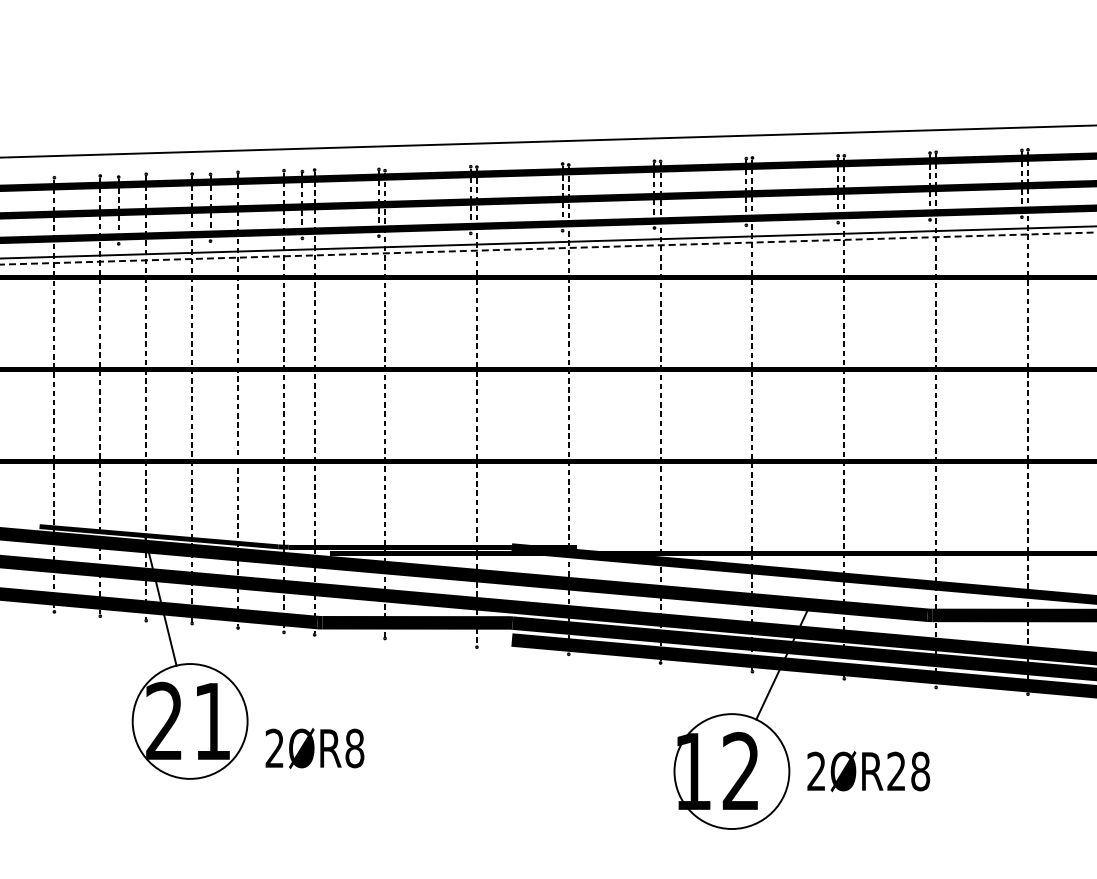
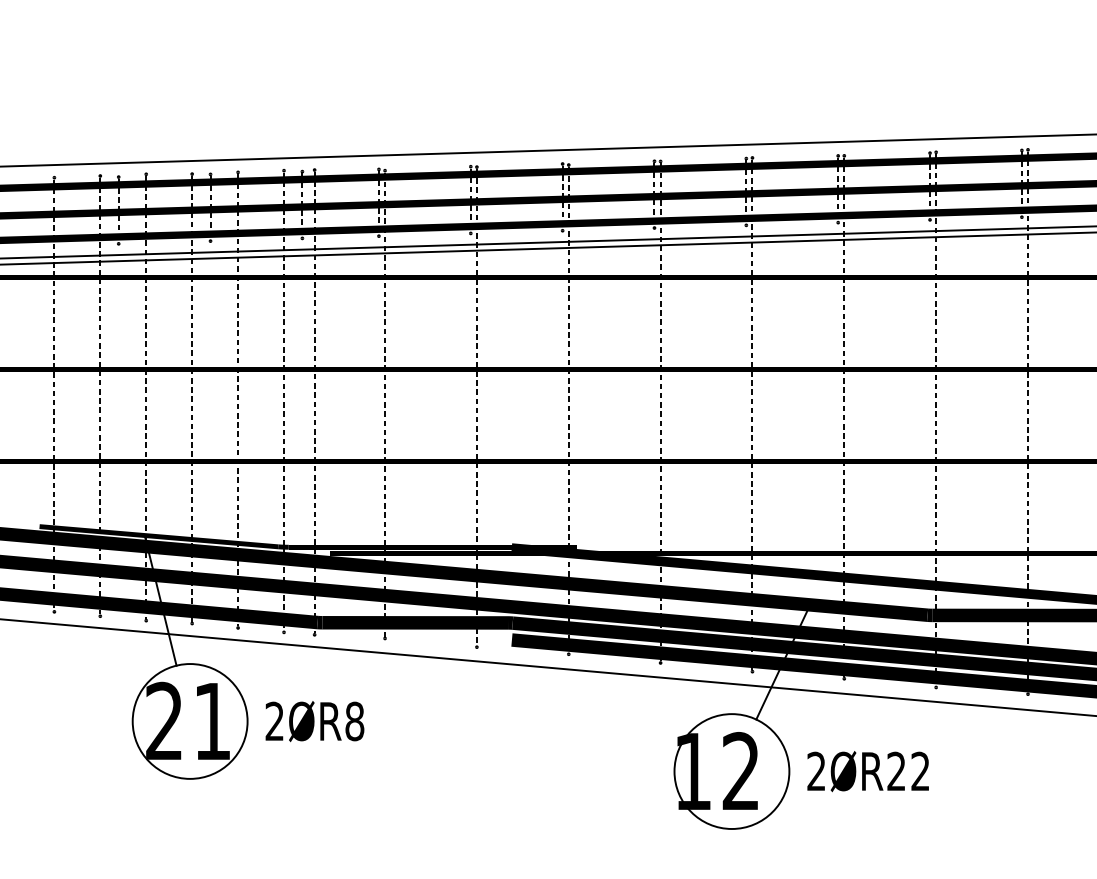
line at (547, 141) position: (547, 141) -> (547, 150)
line at (548, 248): dashed -> solid
line at (547, 667): none -> present
text at (314, 748) position: (314, 748) -> (314, 721)
text at (920, 771): 2ØR28 -> 2ØR22
